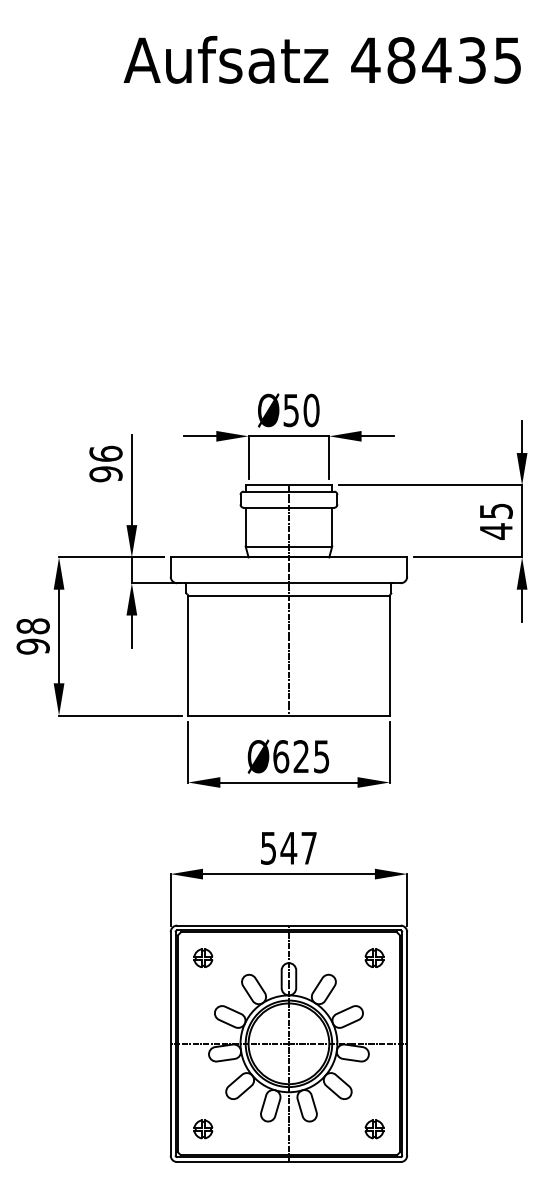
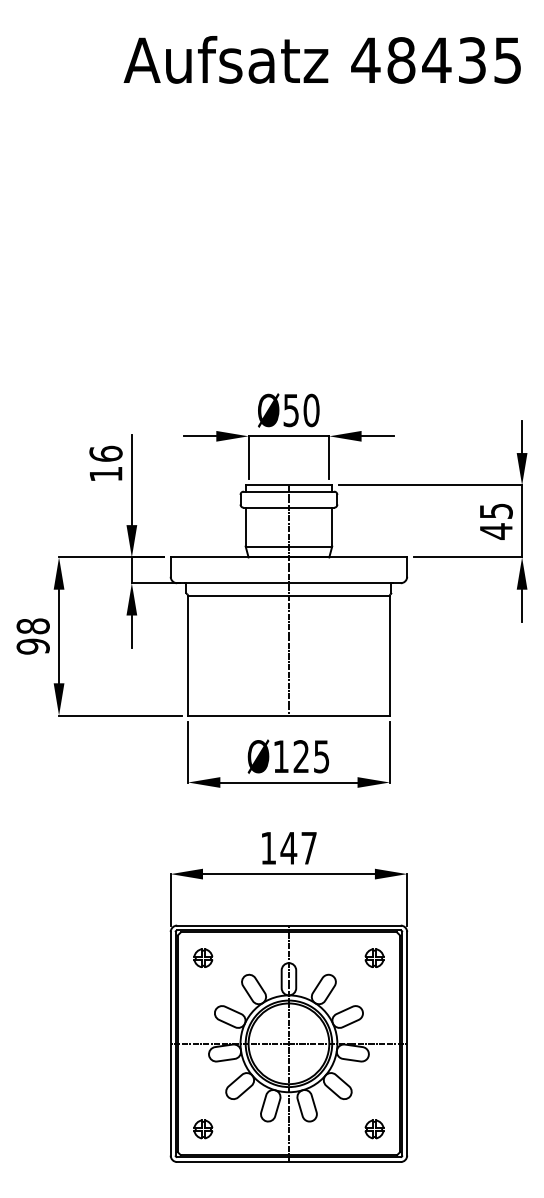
text at (105, 474): 96 -> 16
text at (281, 756): Ø625 -> Ø125
text at (268, 848): 547 -> 147
